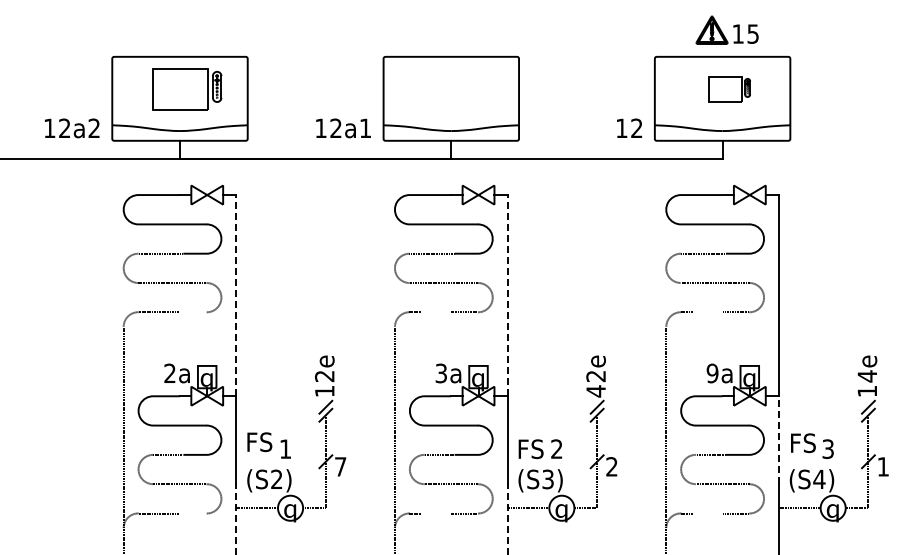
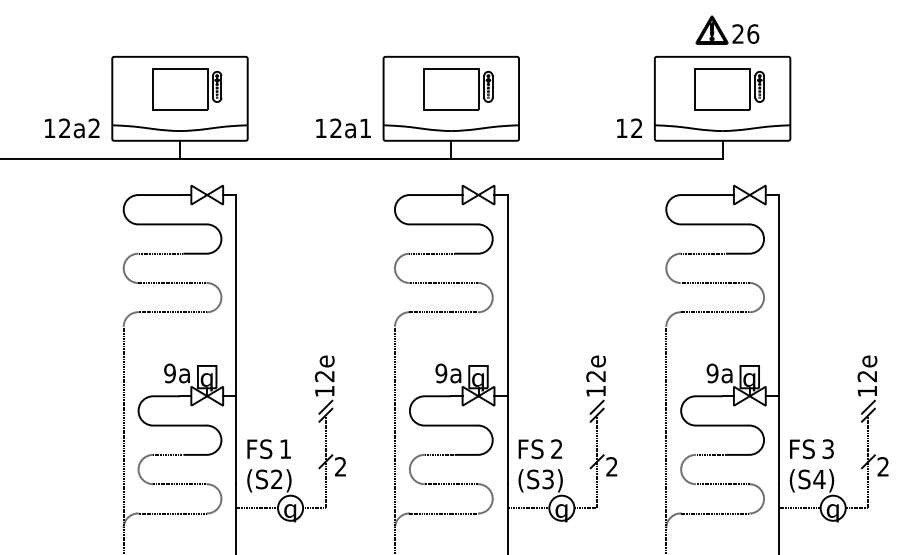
text at (745, 33): 15 -> 26
part at (458, 89): none -> present
part at (729, 89) size: 43x27 px -> 71x43 px
line at (236, 295): dashed -> solid
line at (507, 295): dashed -> solid
line at (193, 312): none -> present
line at (436, 312): none -> present
line at (707, 312): none -> present
text at (169, 373): 2a -> 9a
text at (441, 373): 3a -> 9a
text at (866, 376): 14e -> 12e
text at (595, 391): 42e -> 12e
line at (778, 440): dashed -> solid
text at (259, 442) position: (259, 442) -> (259, 449)
text at (803, 443) position: (803, 443) -> (802, 449)
text at (340, 466): 7 -> 2
text at (882, 466): 1 -> 2
line at (193, 513): none -> present
line at (436, 513): none -> present
line at (707, 513): none -> present
line at (236, 519): dashed -> solid
line at (507, 519): dashed -> solid
